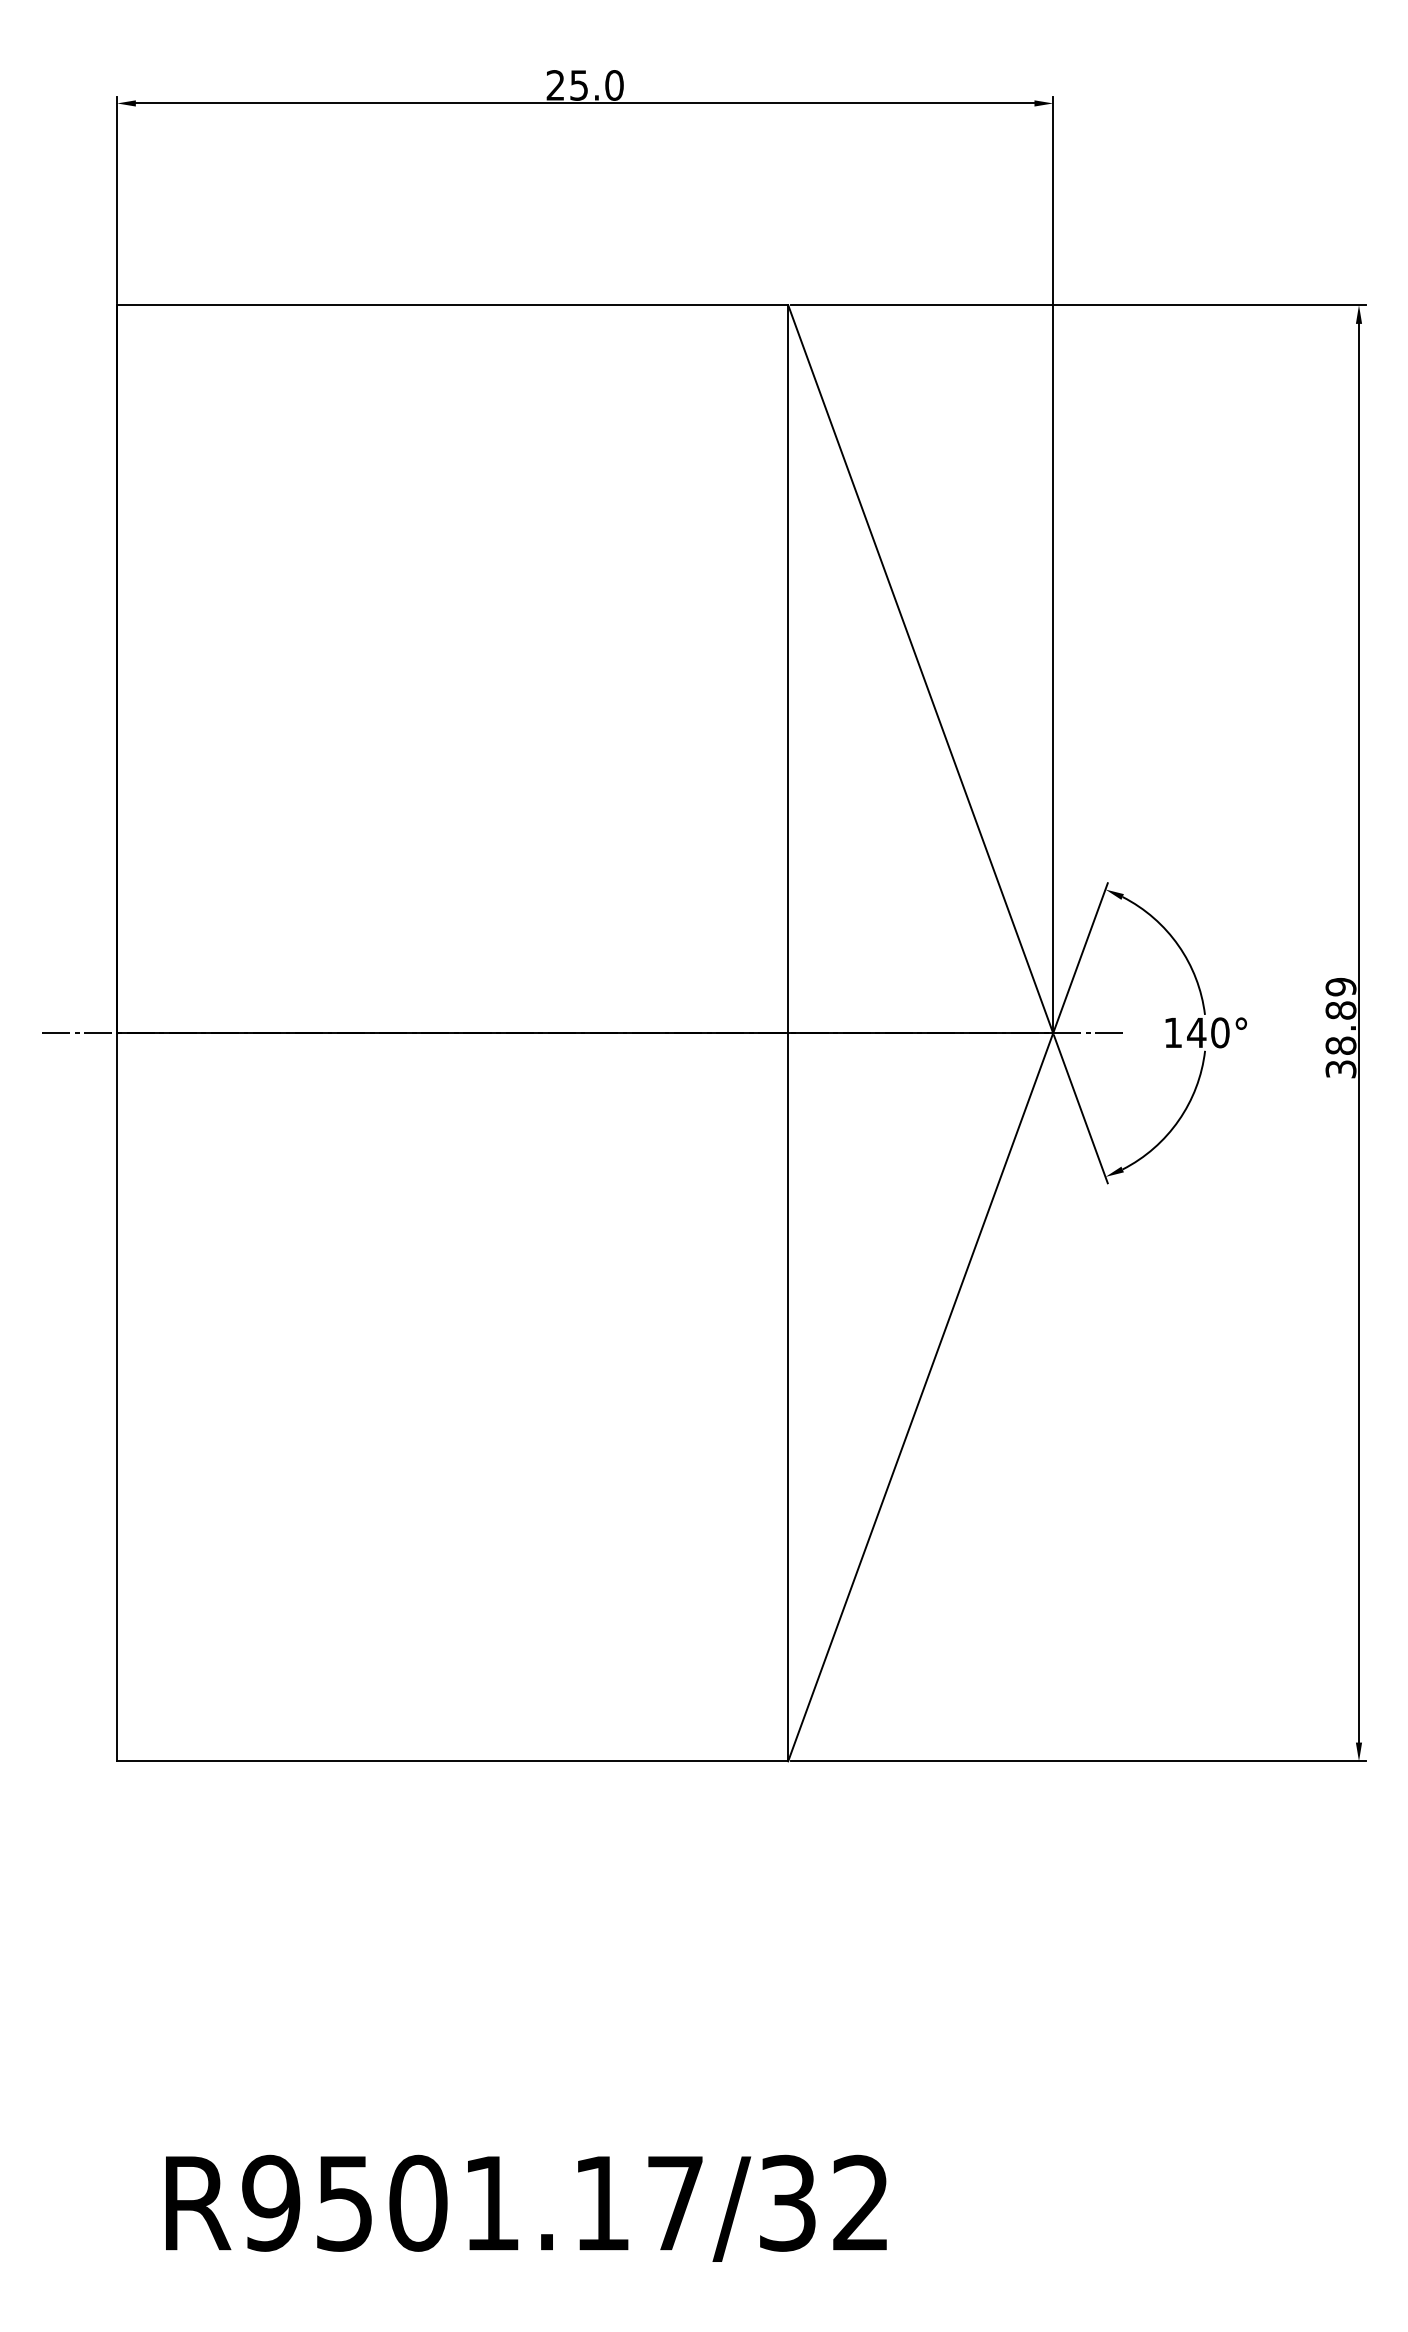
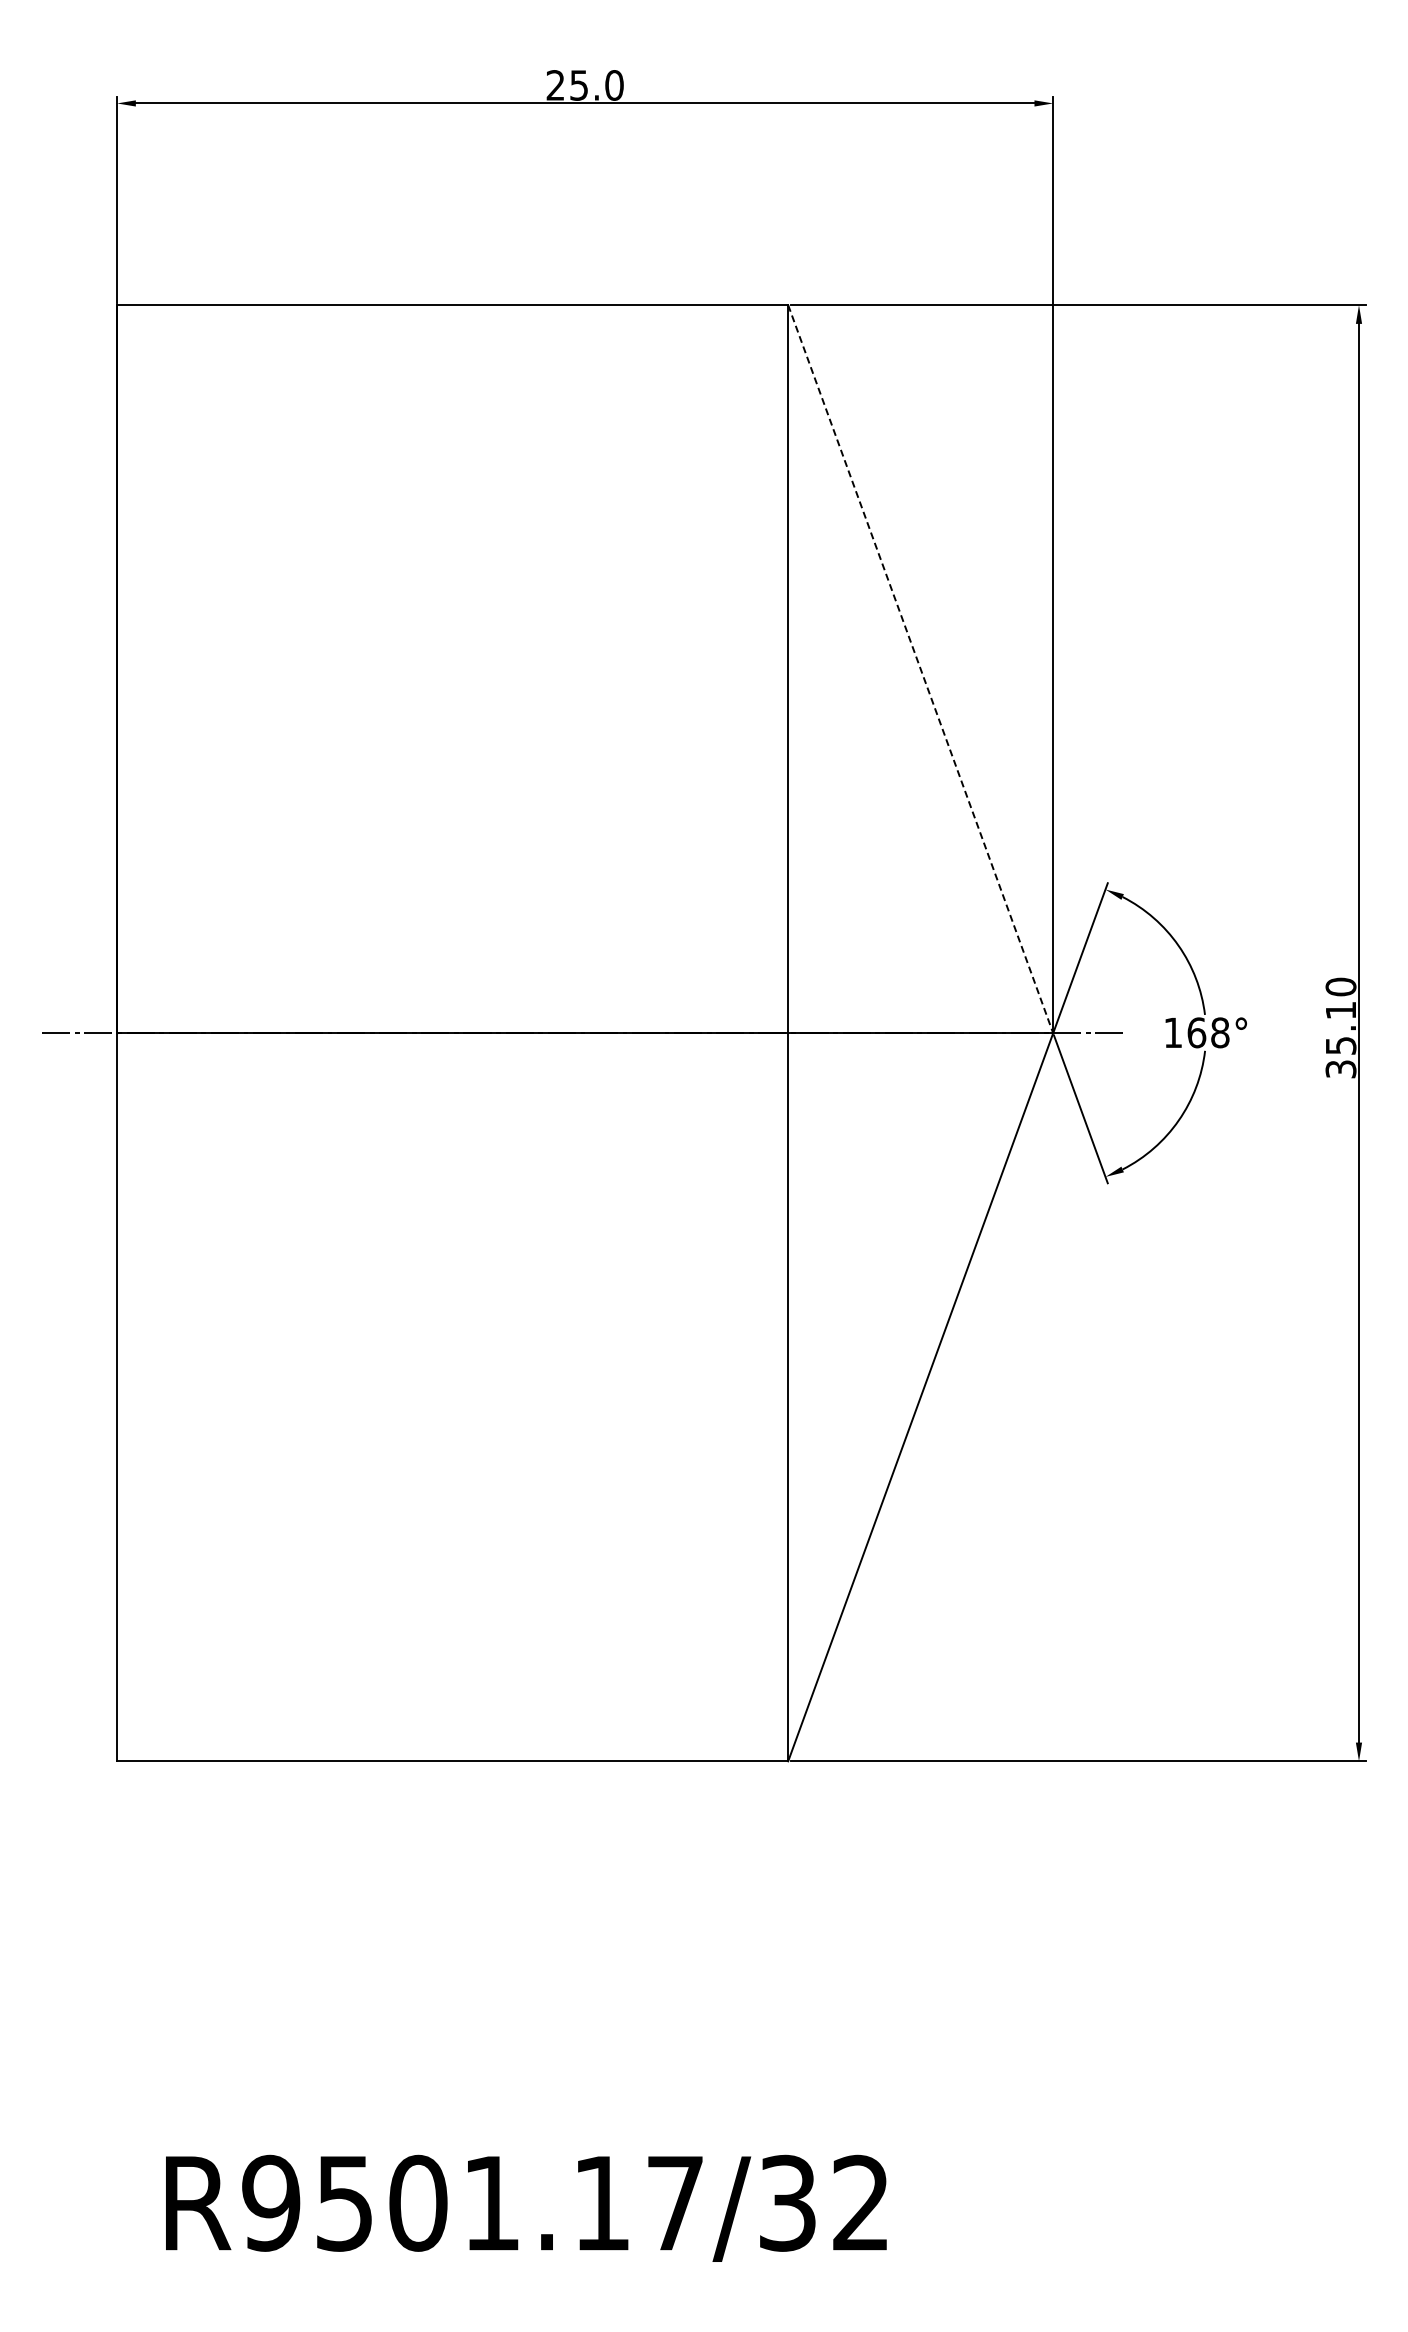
line at (920, 669): solid -> dashed
text at (1340, 1015): 38.89 -> 35.10
text at (1208, 1032): 140° -> 168°
